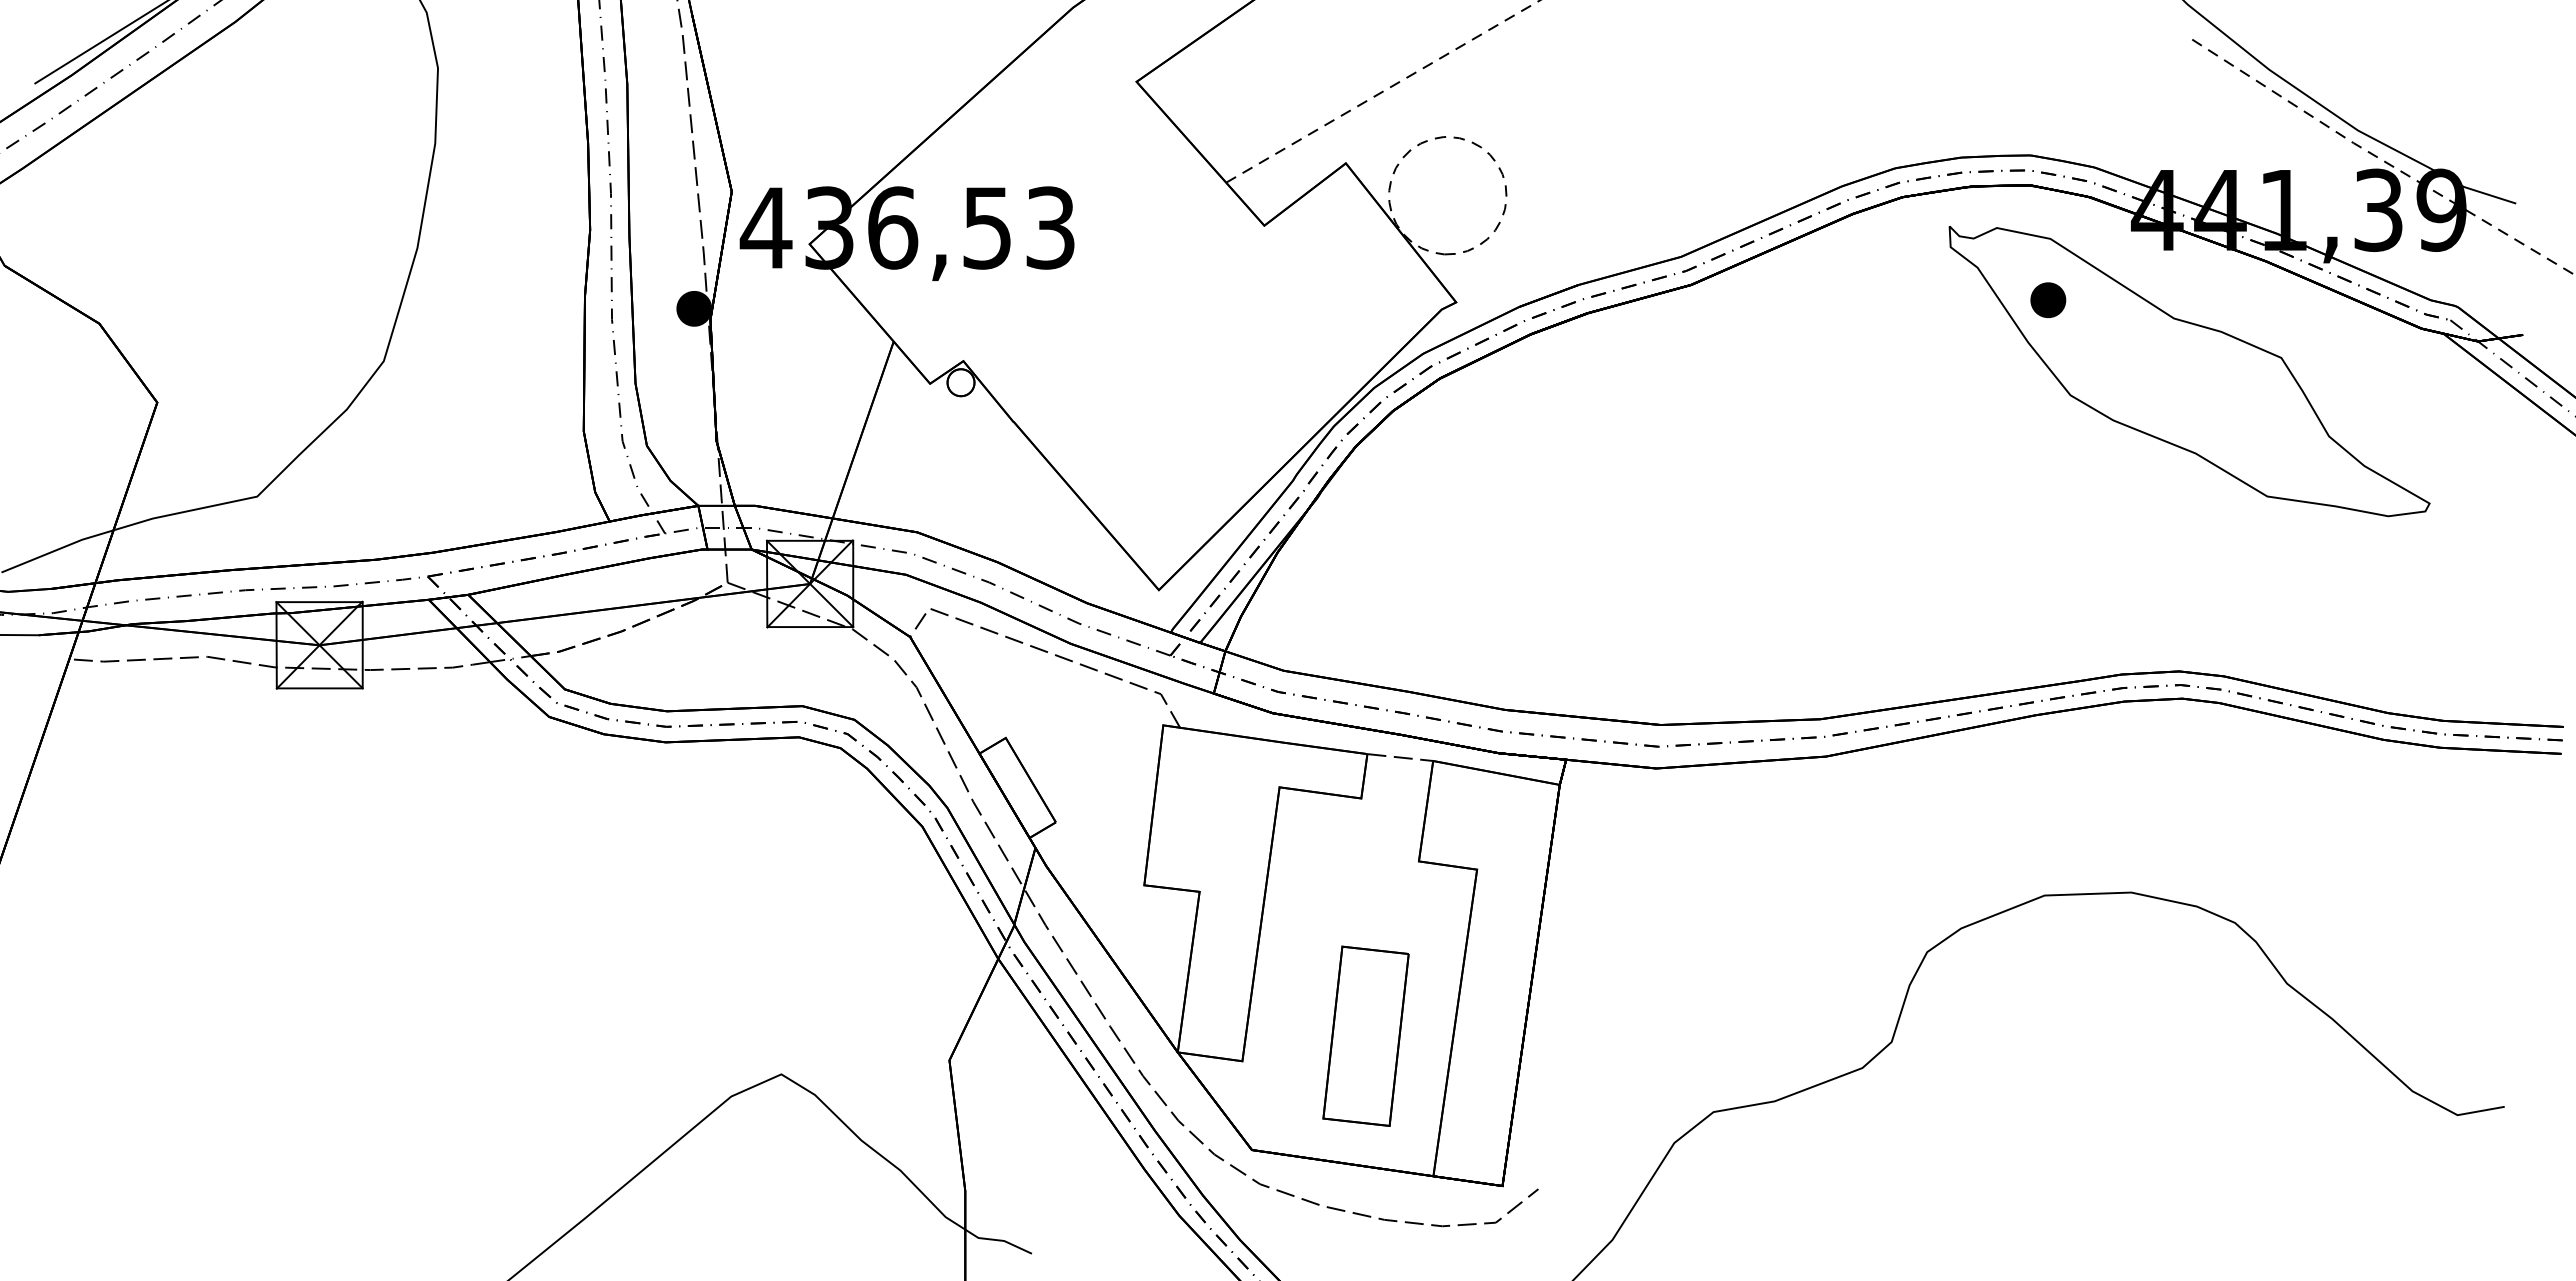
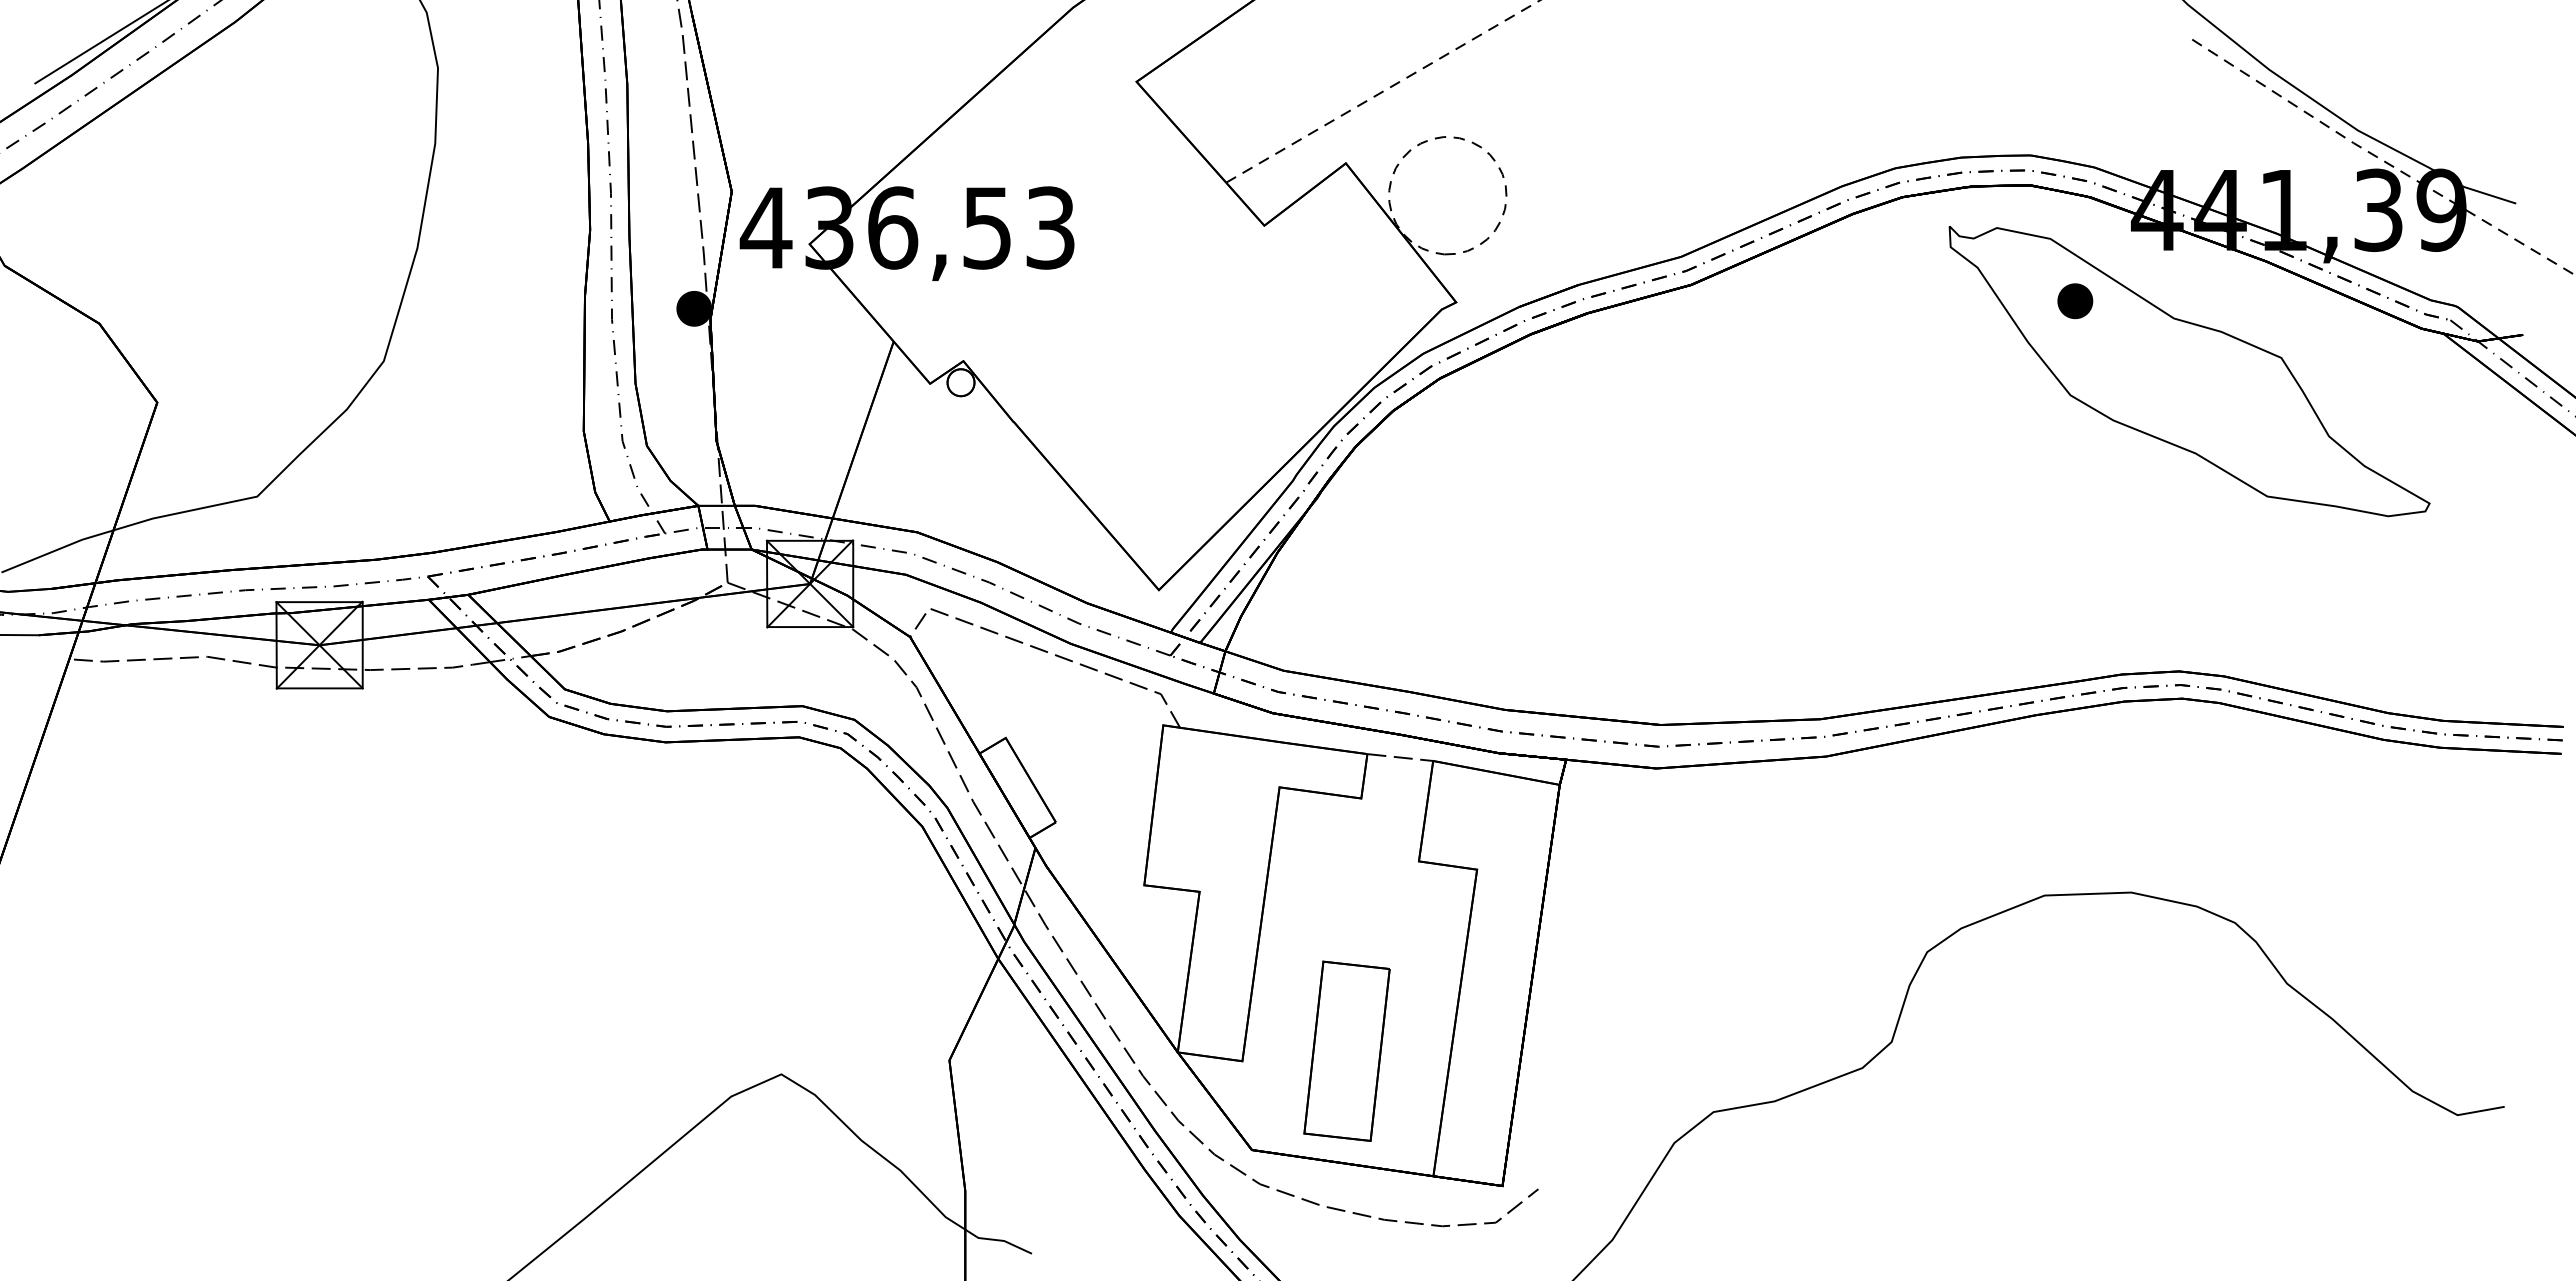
part at (2048, 300) position: (2048, 300) -> (2075, 301)
part at (1365, 1035) position: (1365, 1035) -> (1346, 1050)
